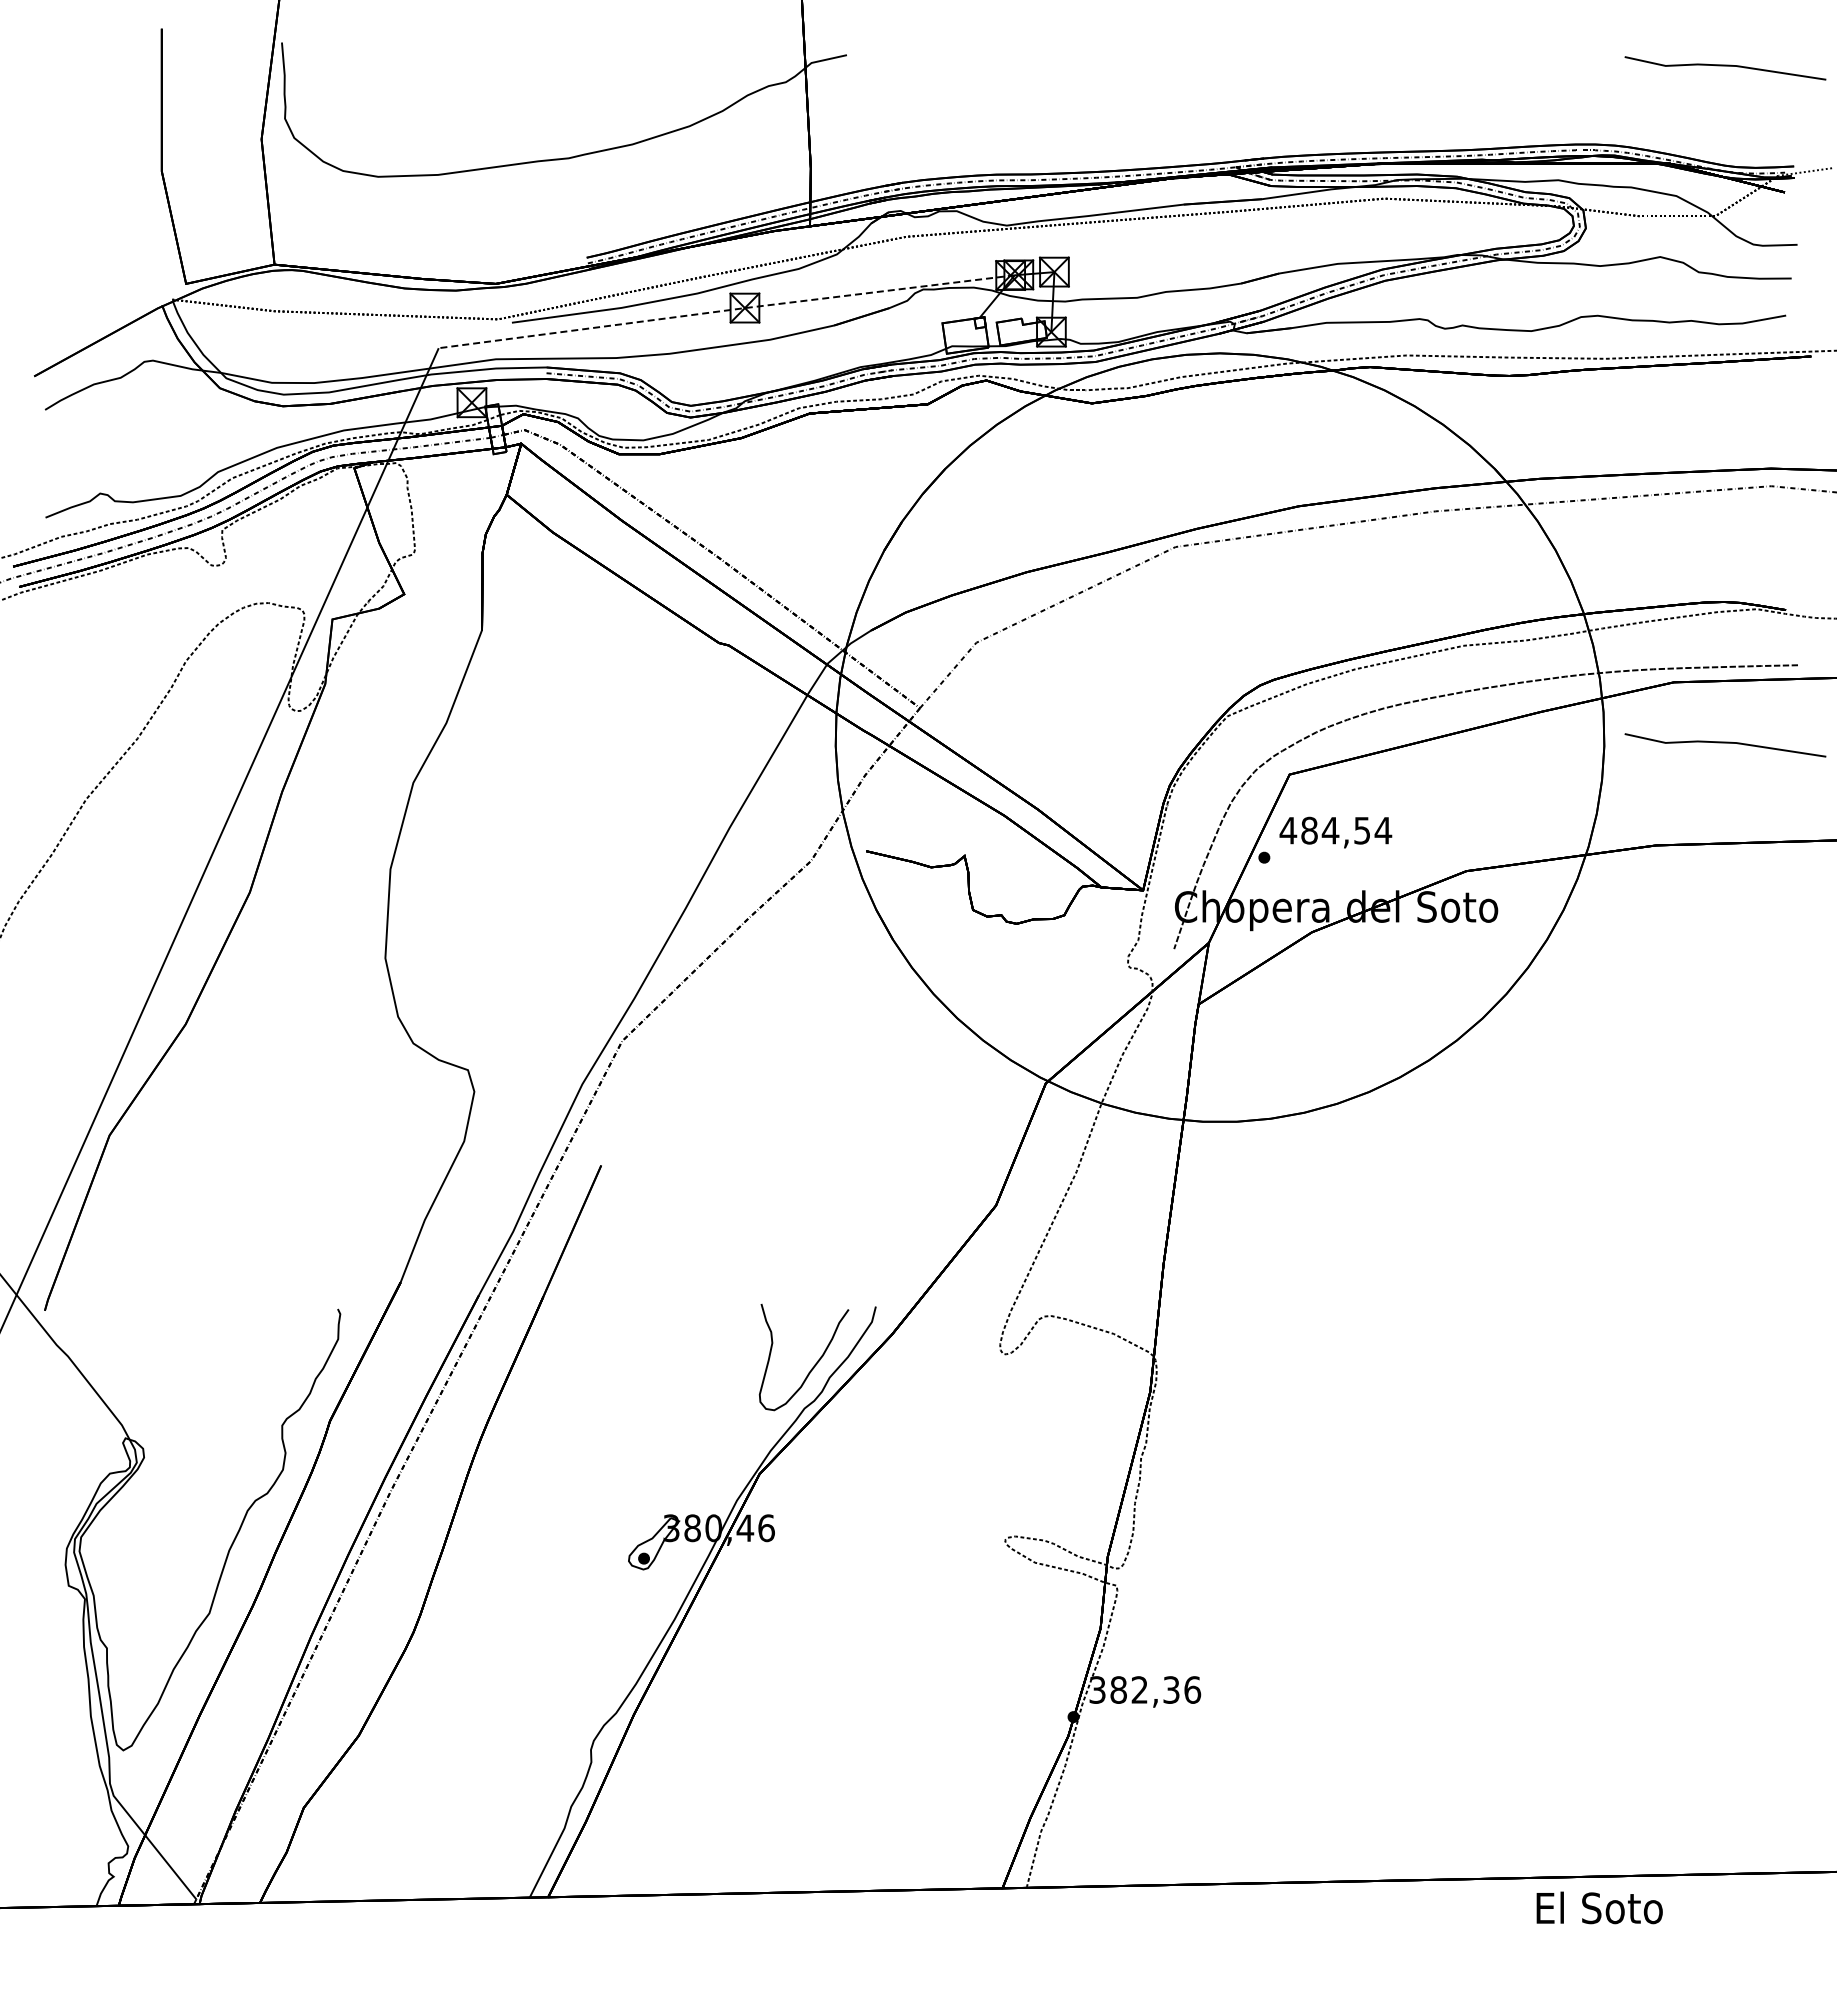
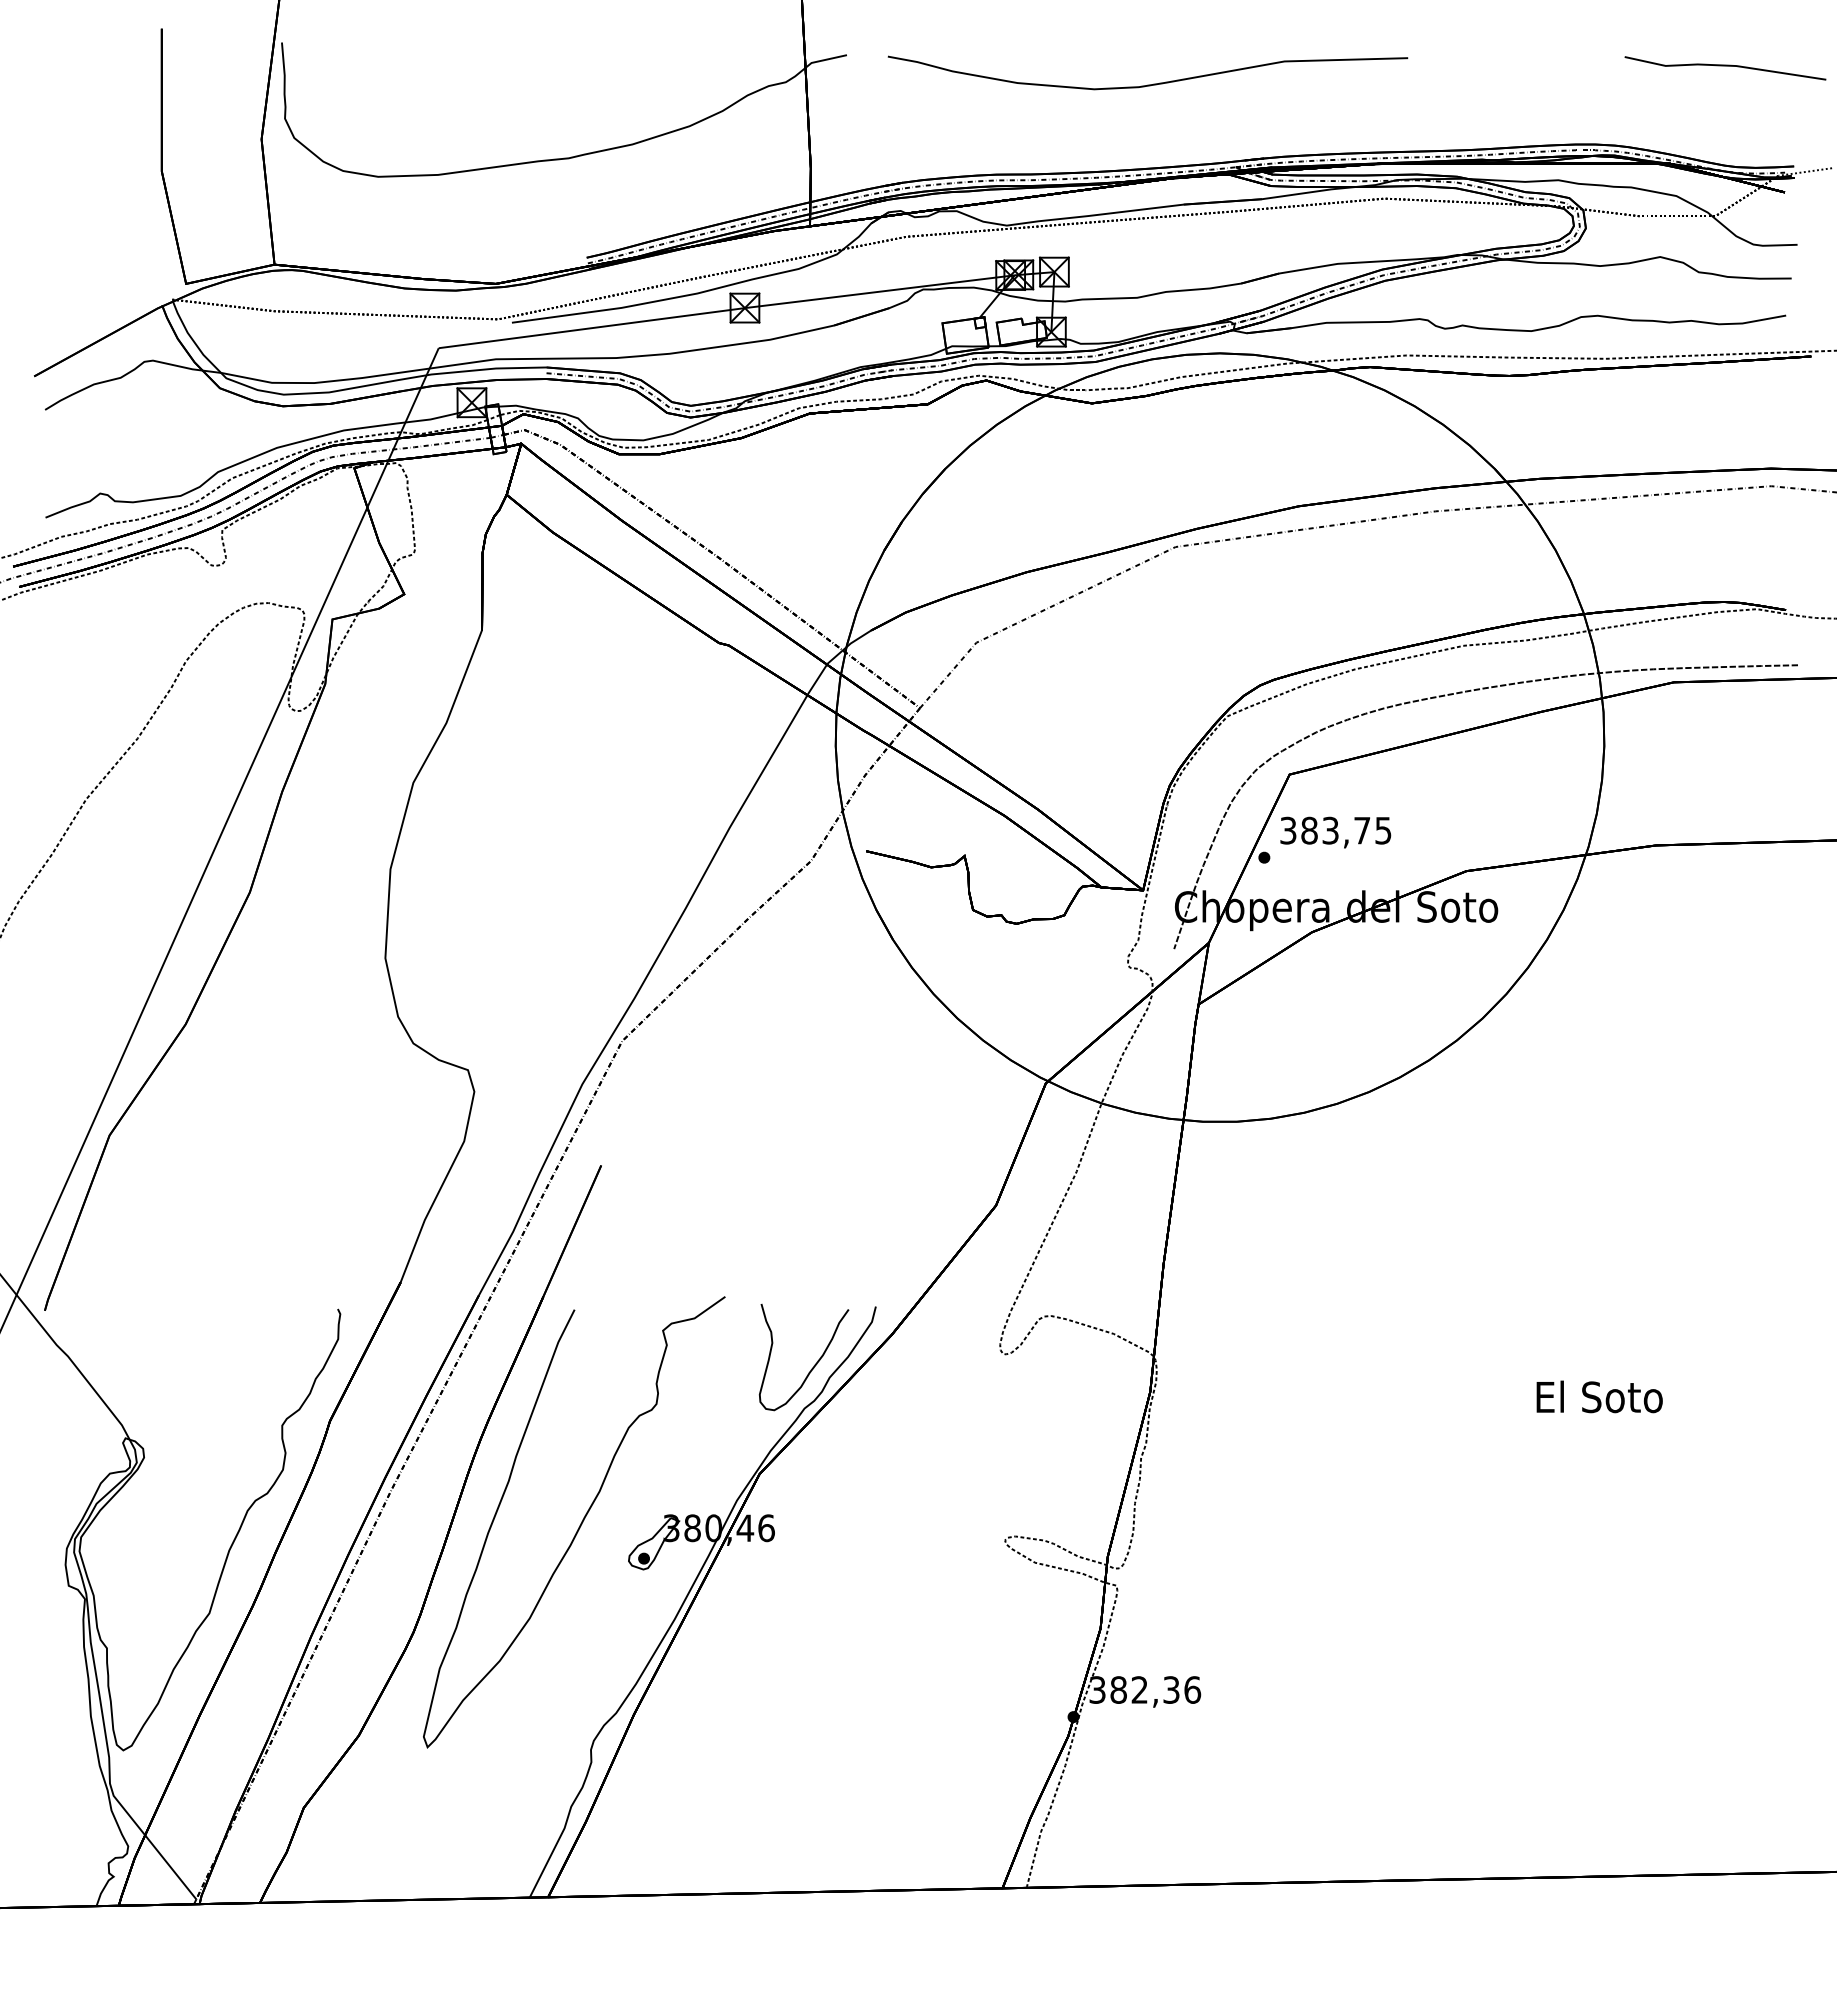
curve at (1147, 84): none -> present
line at (727, 310): dashed -> solid
line at (1725, 743): present -> none
text at (1335, 830): 484,54 -> 383,75
curve at (579, 1525): none -> present
text at (1599, 1907) position: (1599, 1907) -> (1599, 1396)
